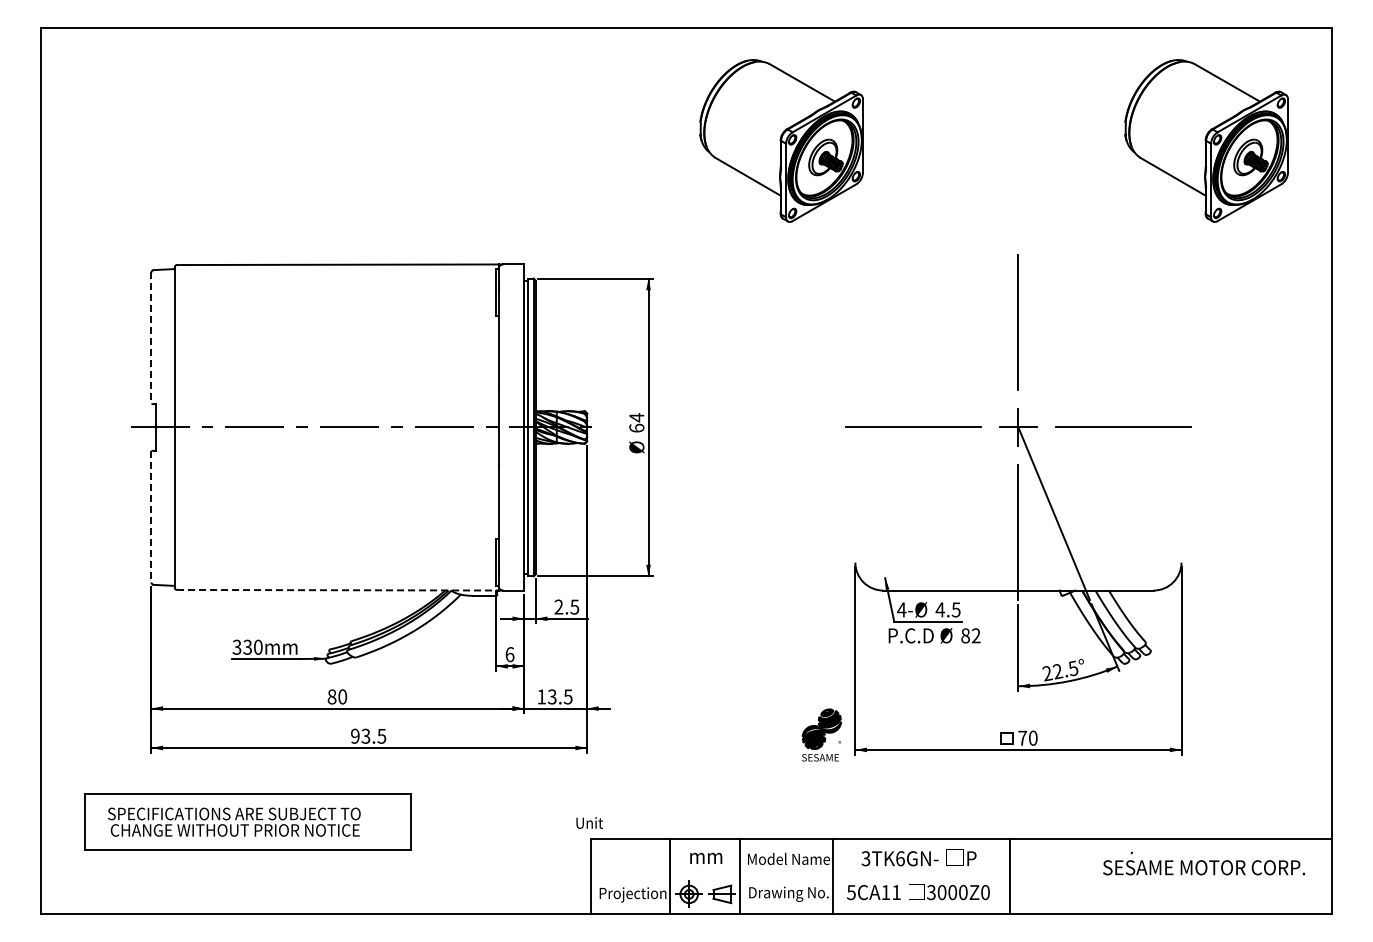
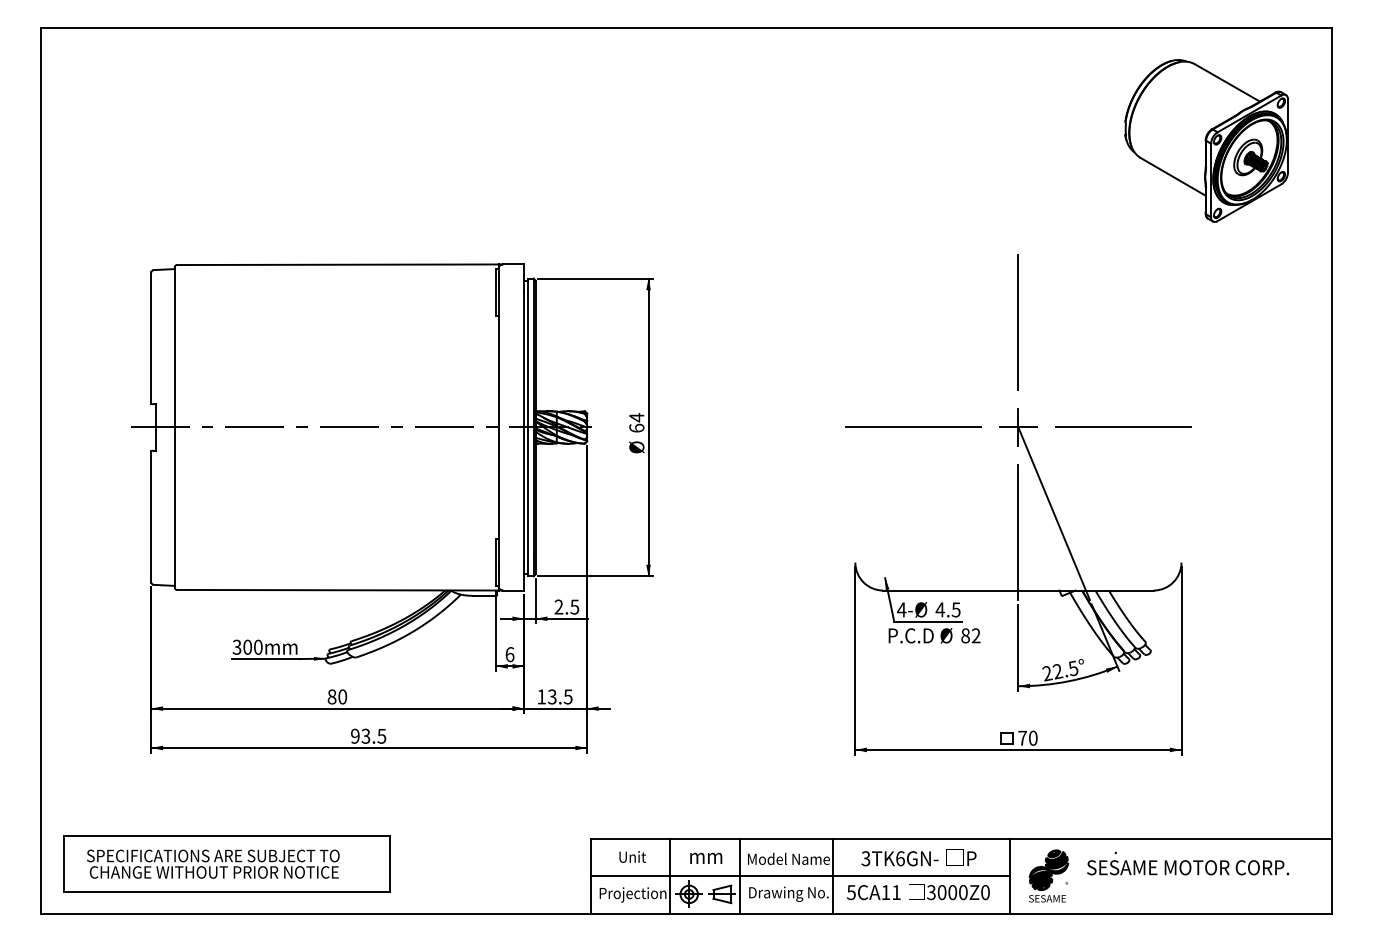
part at (781, 140): present -> none
line at (151, 338): dashed -> solid
line at (151, 516): dashed -> solid
line at (337, 590): dashed -> solid
text at (247, 646): 330mm -> 300mm
part at (821, 734) position: (821, 734) -> (1048, 875)
part at (247, 821) position: (247, 821) -> (226, 863)
text at (589, 822) position: (589, 822) -> (632, 856)
part at (1204, 863) position: (1204, 863) -> (1188, 863)
line at (800, 876): none -> present
